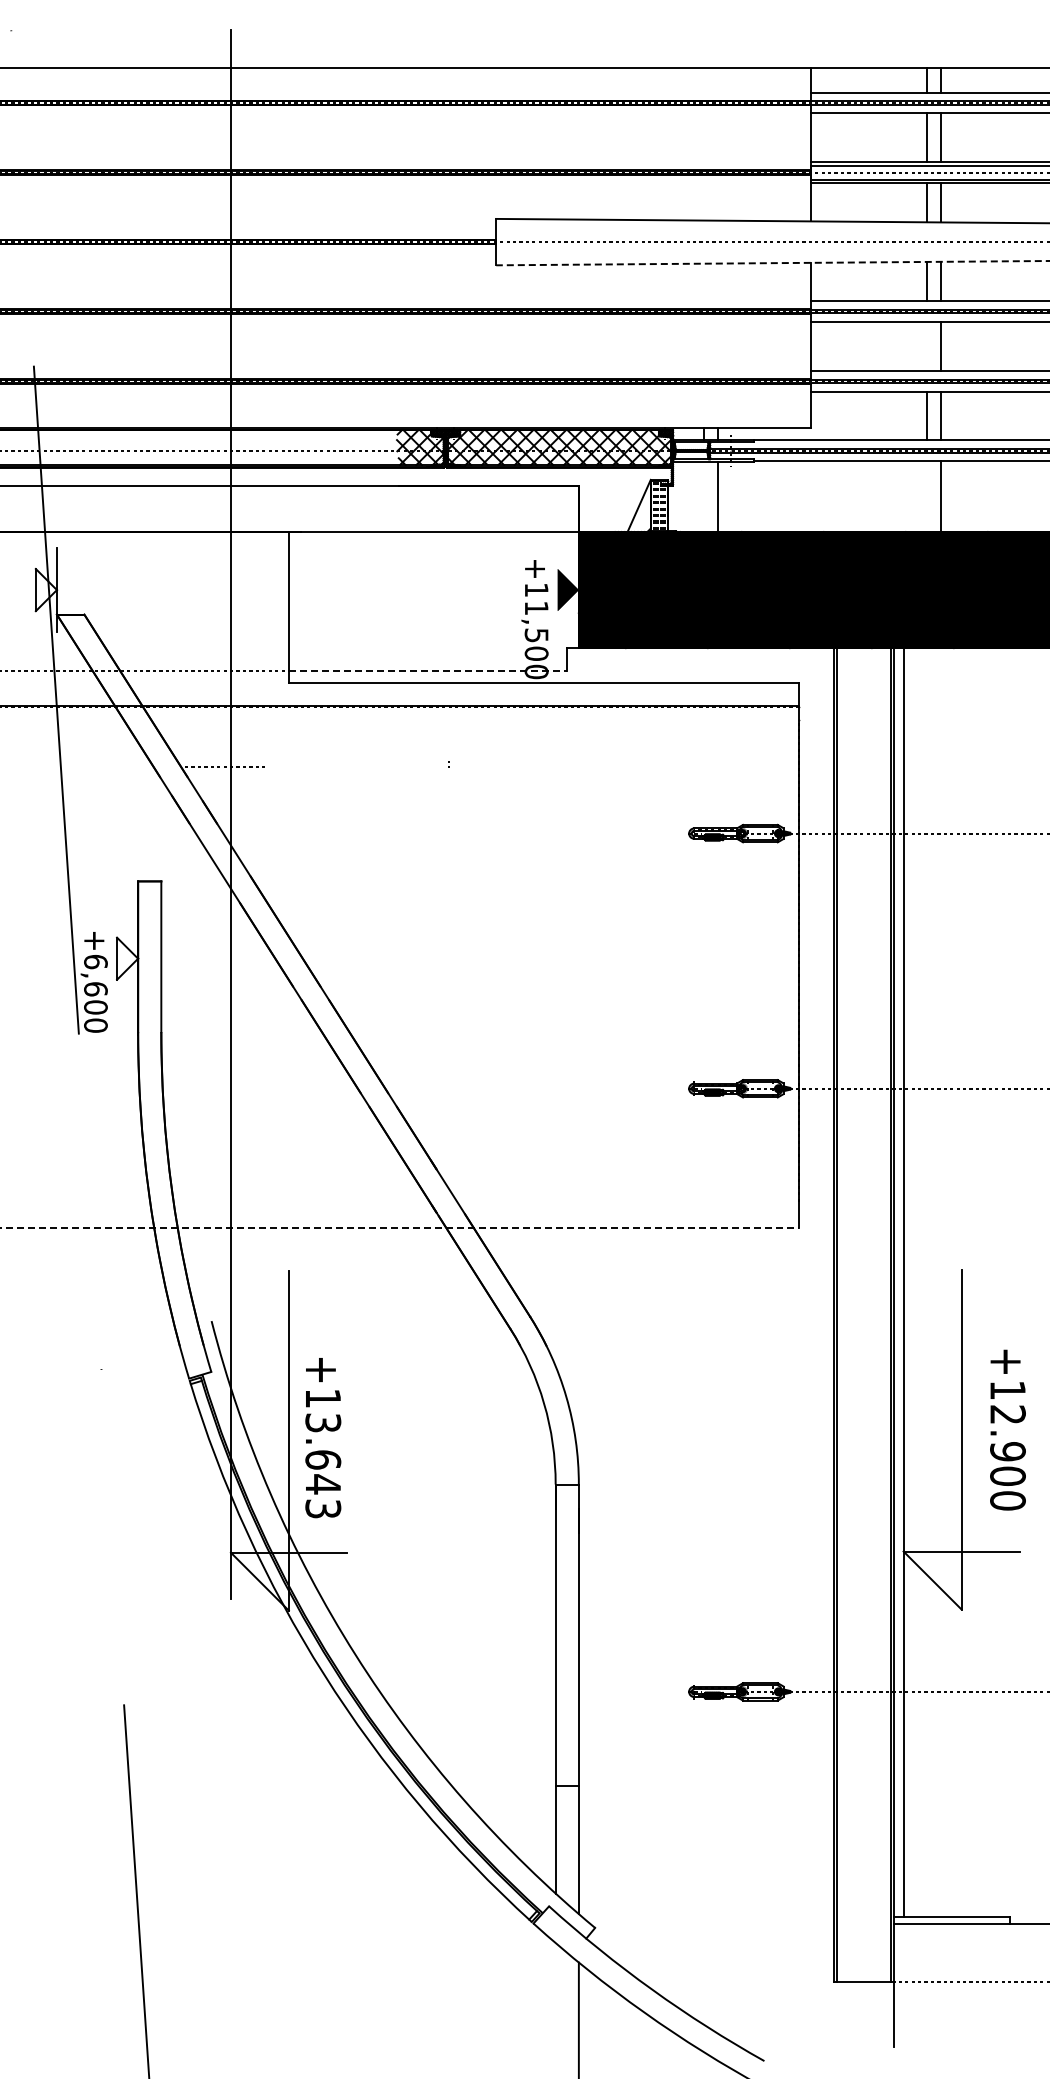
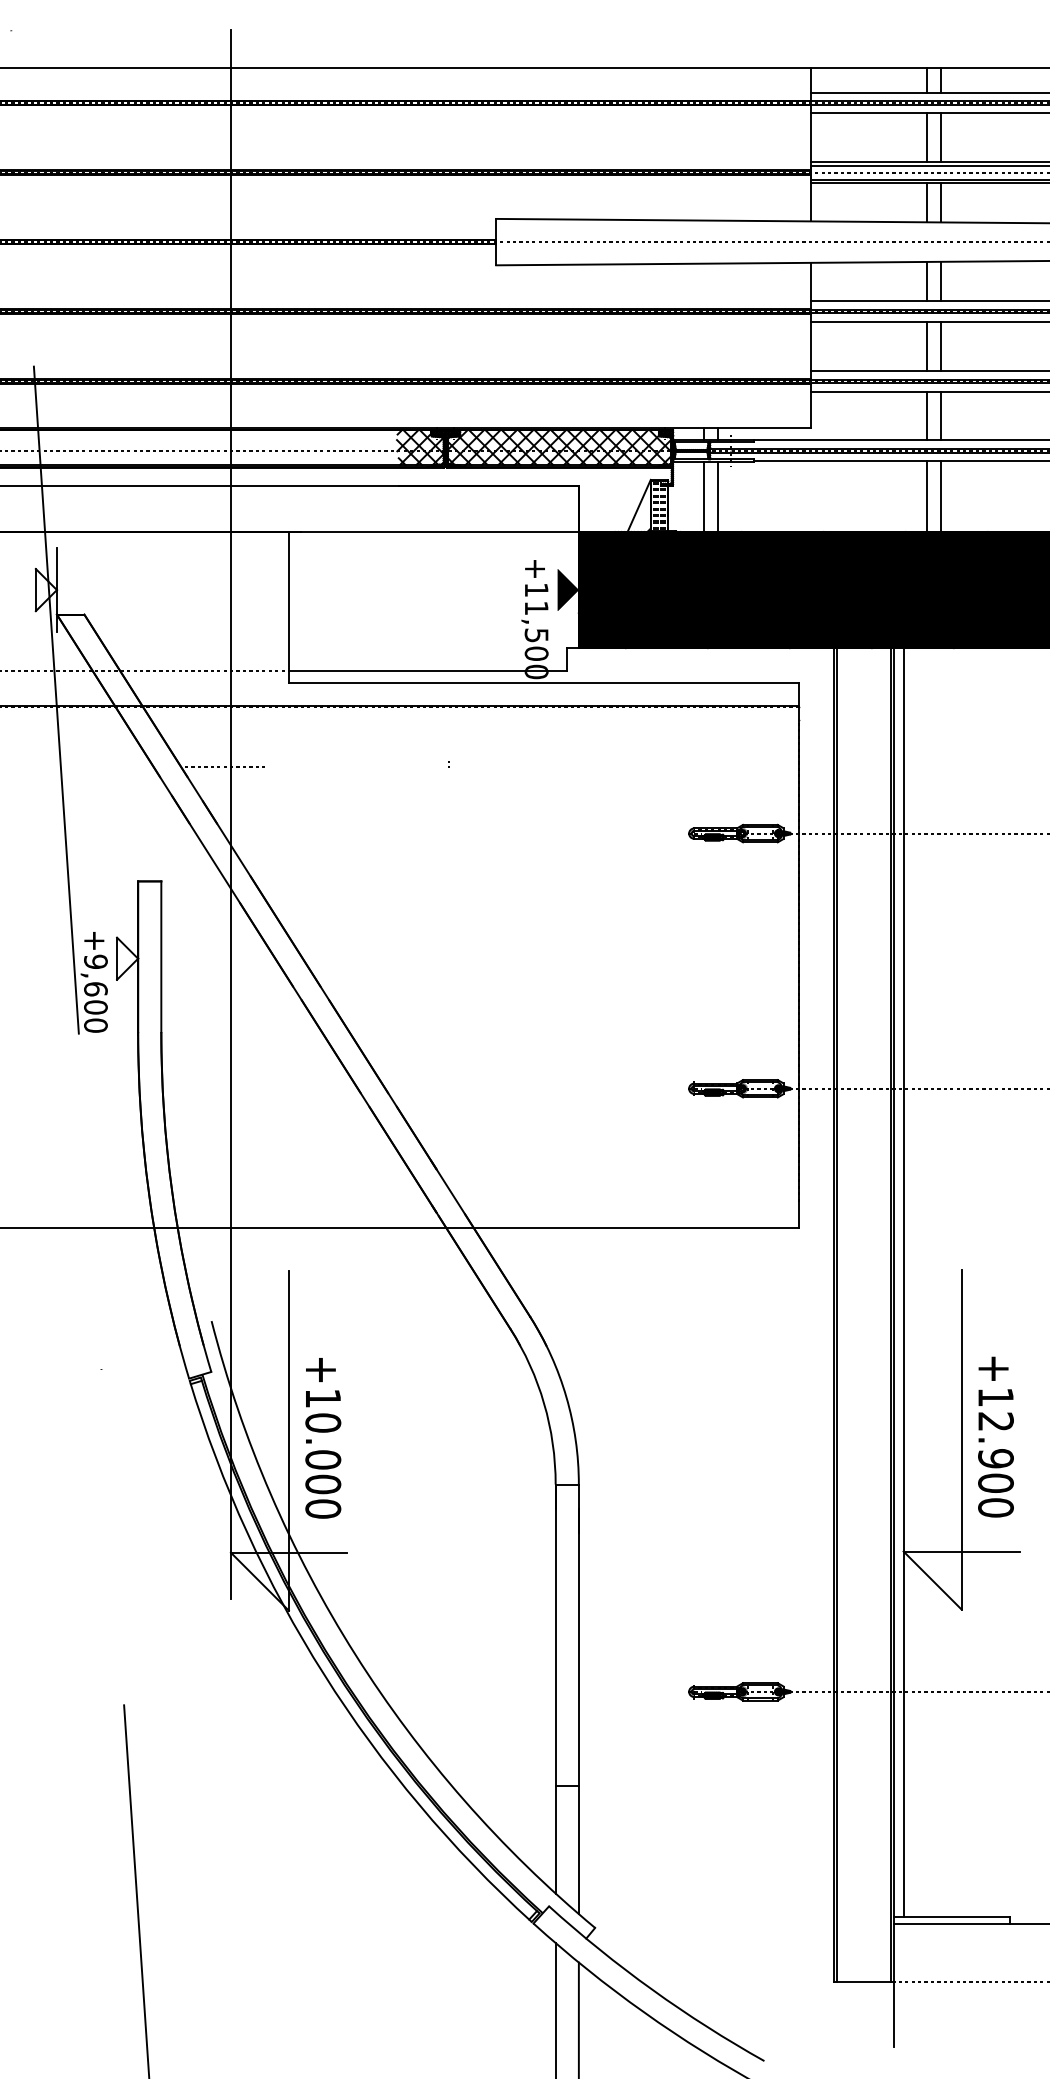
line at (772, 263): dashed -> solid
line at (926, 346): none -> present
line at (704, 496): none -> present
line at (926, 496): none -> present
line at (428, 671): dashed -> solid
text at (95, 961): +6,600 -> +9,600
line at (400, 1227): dashed -> solid
text at (1007, 1429) position: (1007, 1429) -> (995, 1436)
text at (323, 1465): +13.643 -> +10.000
line at (555, 2009): none -> present
